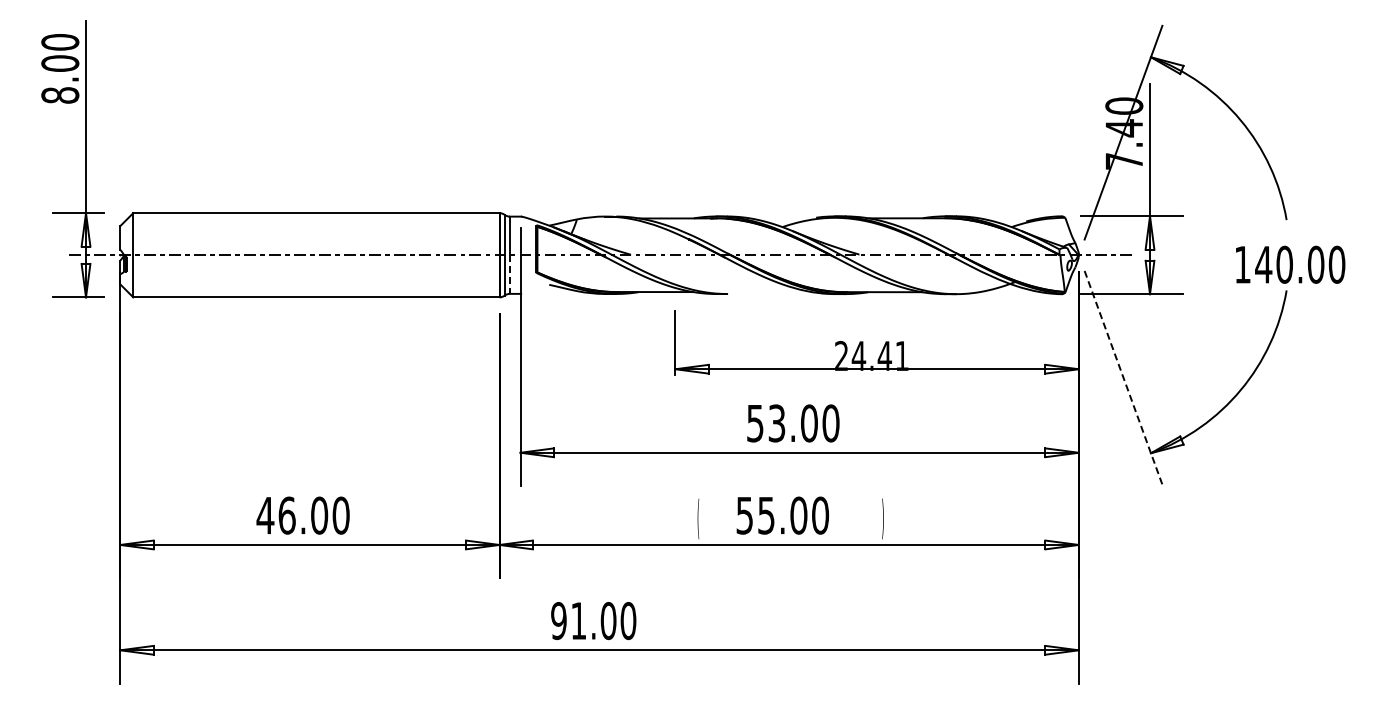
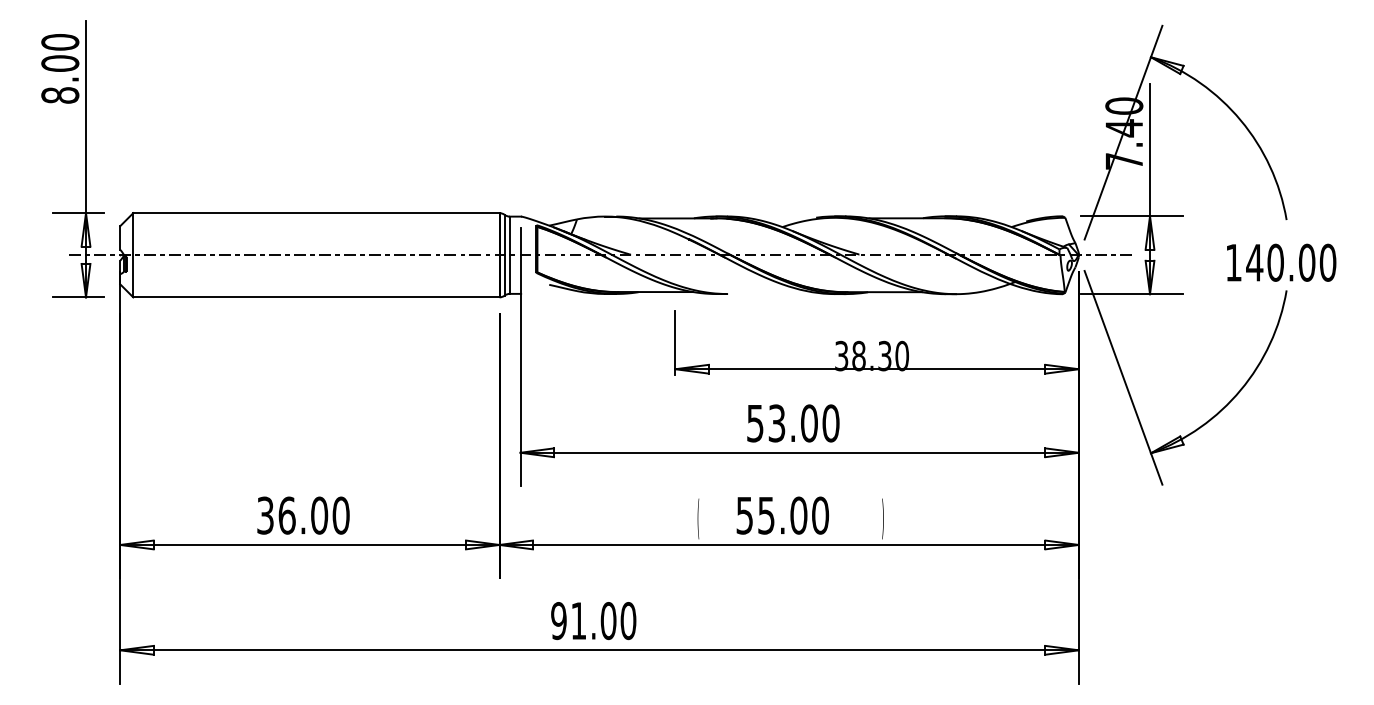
text at (1290, 264) position: (1290, 264) -> (1281, 262)
line at (509, 275): dashed -> solid
text at (871, 355): 24.41 -> 38.30
line at (1123, 377): dashed -> solid
text at (265, 515): 46.00 -> 36.00
